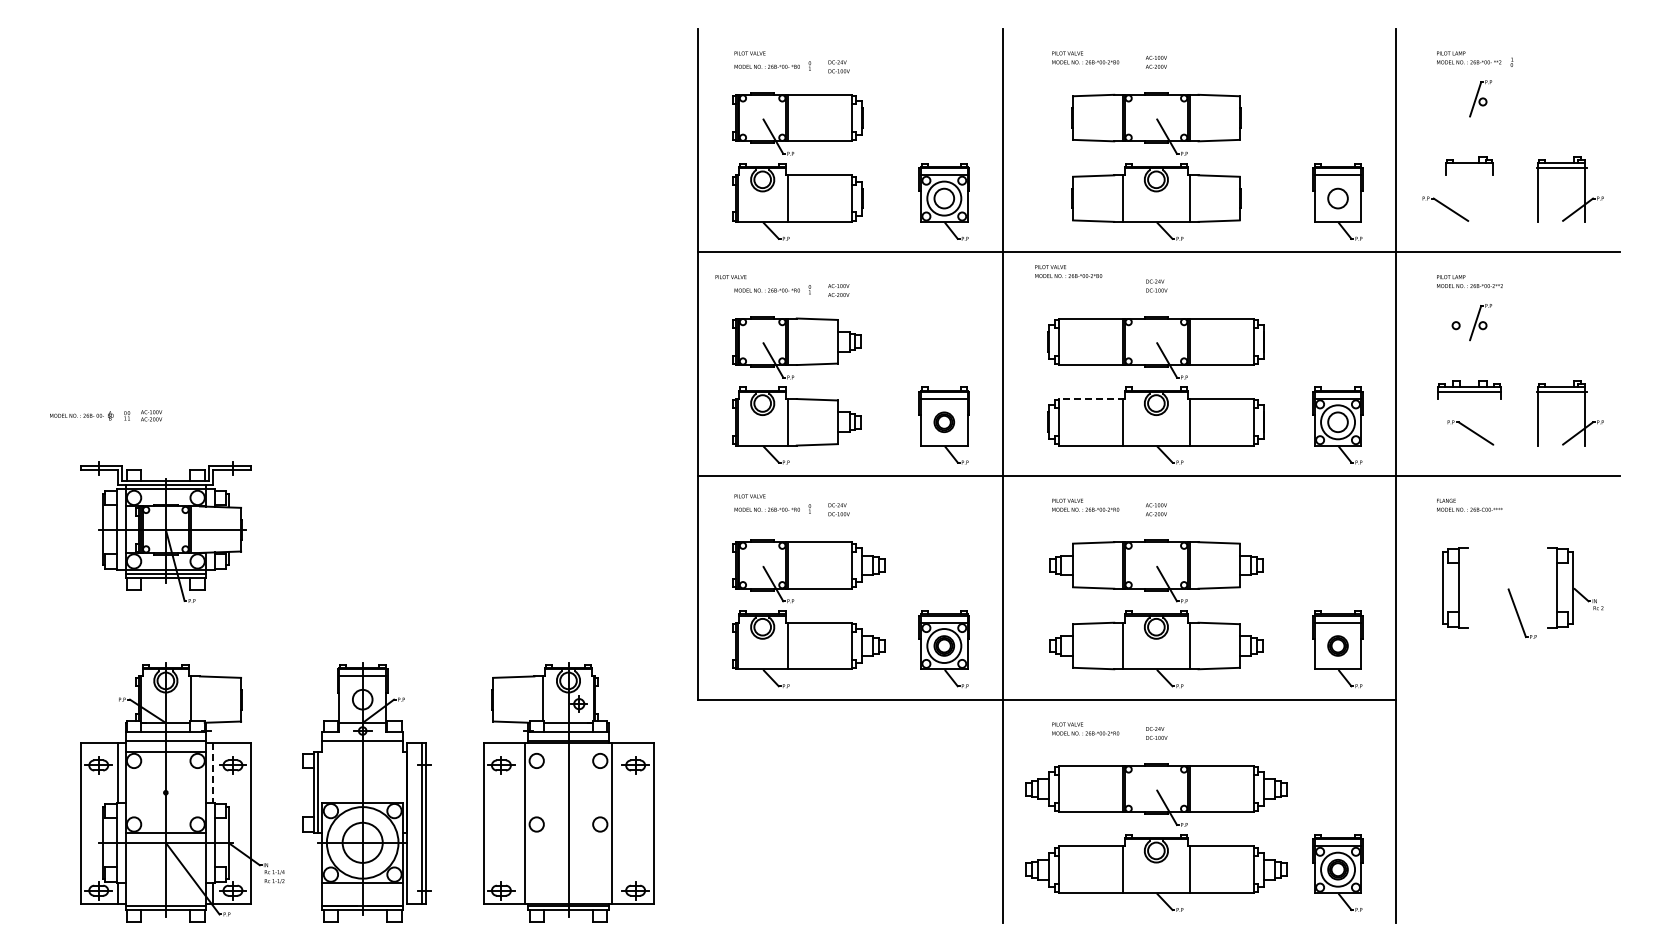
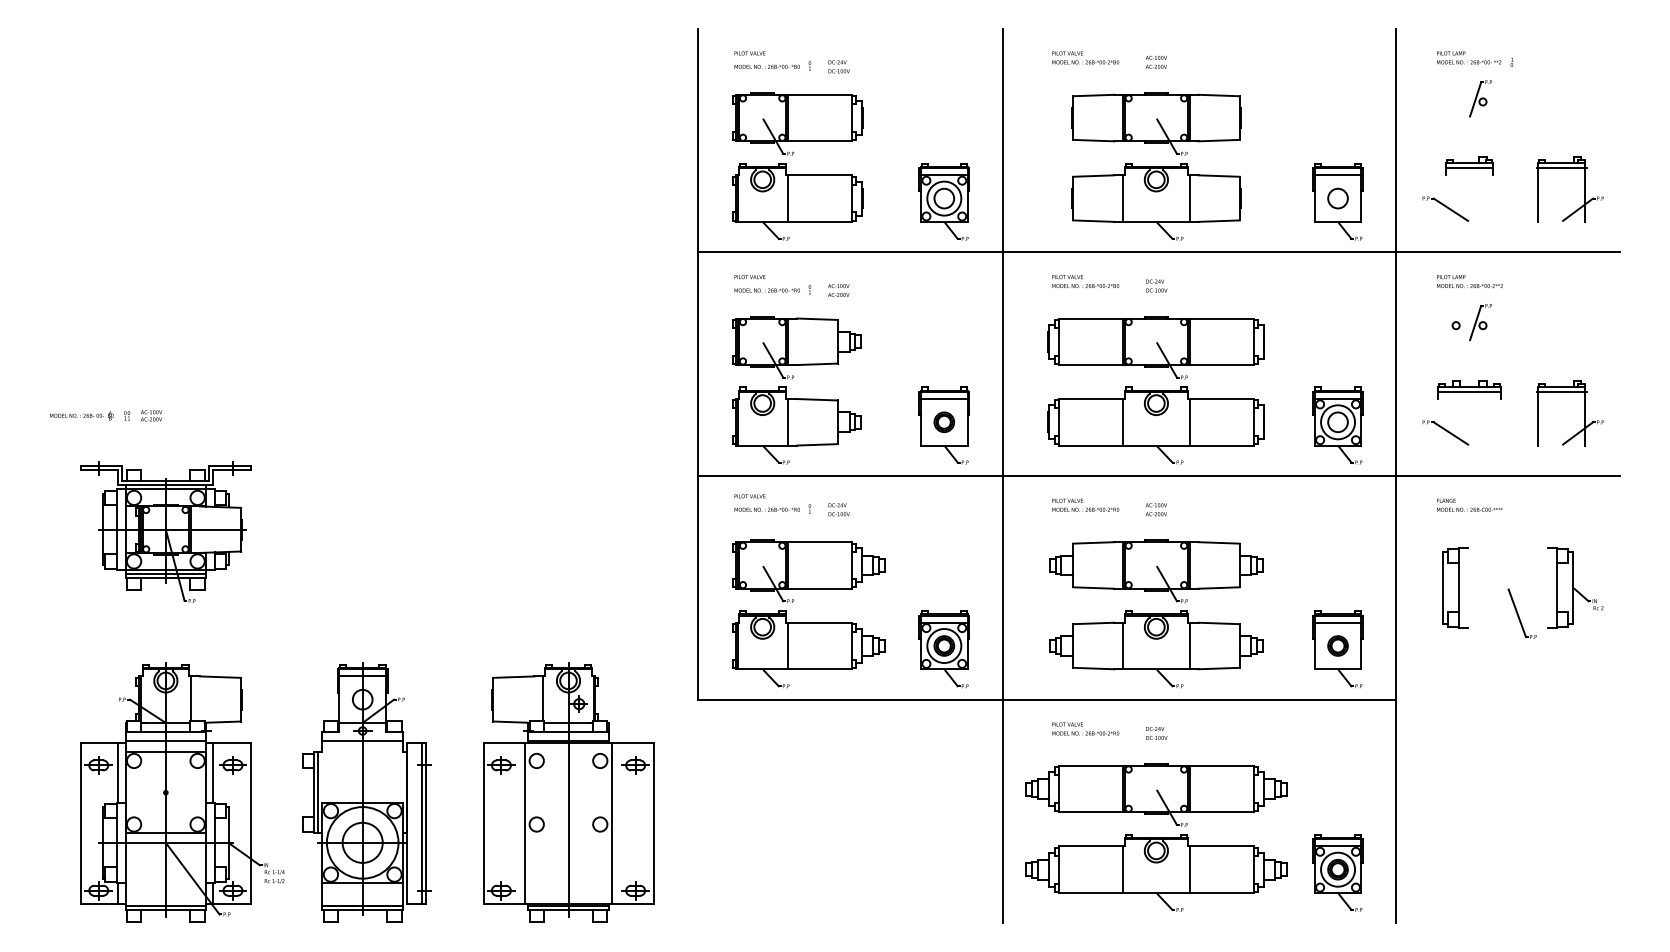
line at (1469, 168): none -> present
text at (1068, 271) position: (1068, 271) -> (1085, 281)
text at (730, 277) position: (730, 277) -> (749, 277)
line at (1091, 399): dashed -> solid
part at (1470, 432) position: (1470, 432) -> (1445, 432)
line at (213, 772): dashed -> solid
